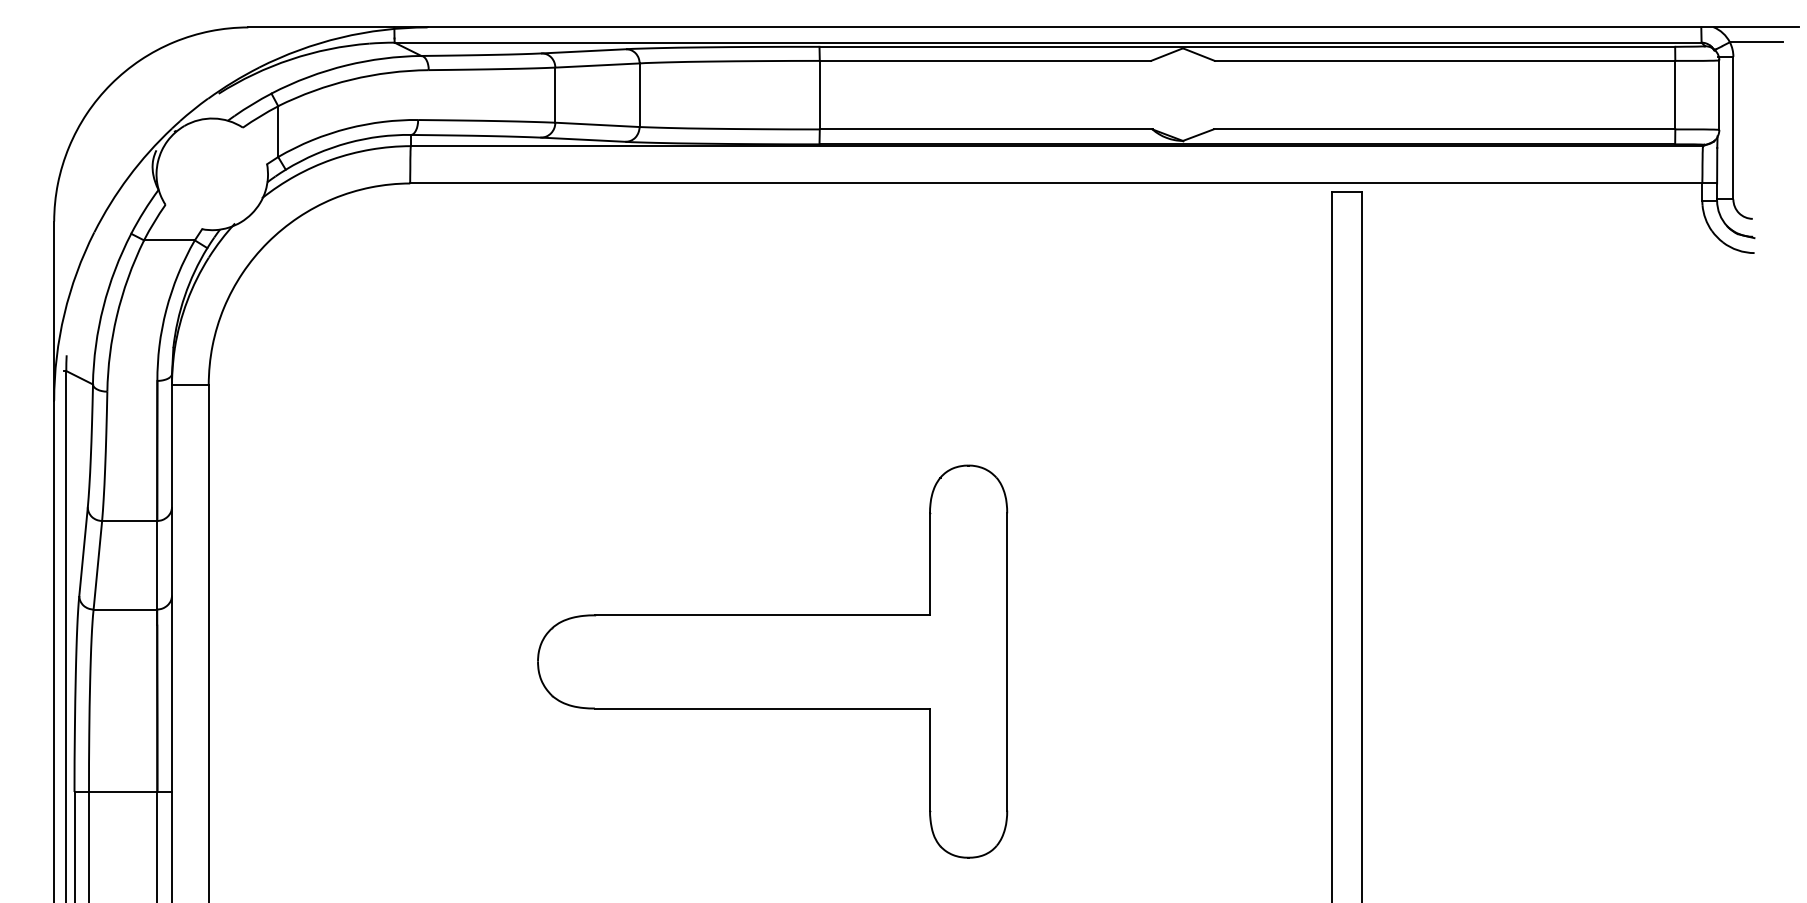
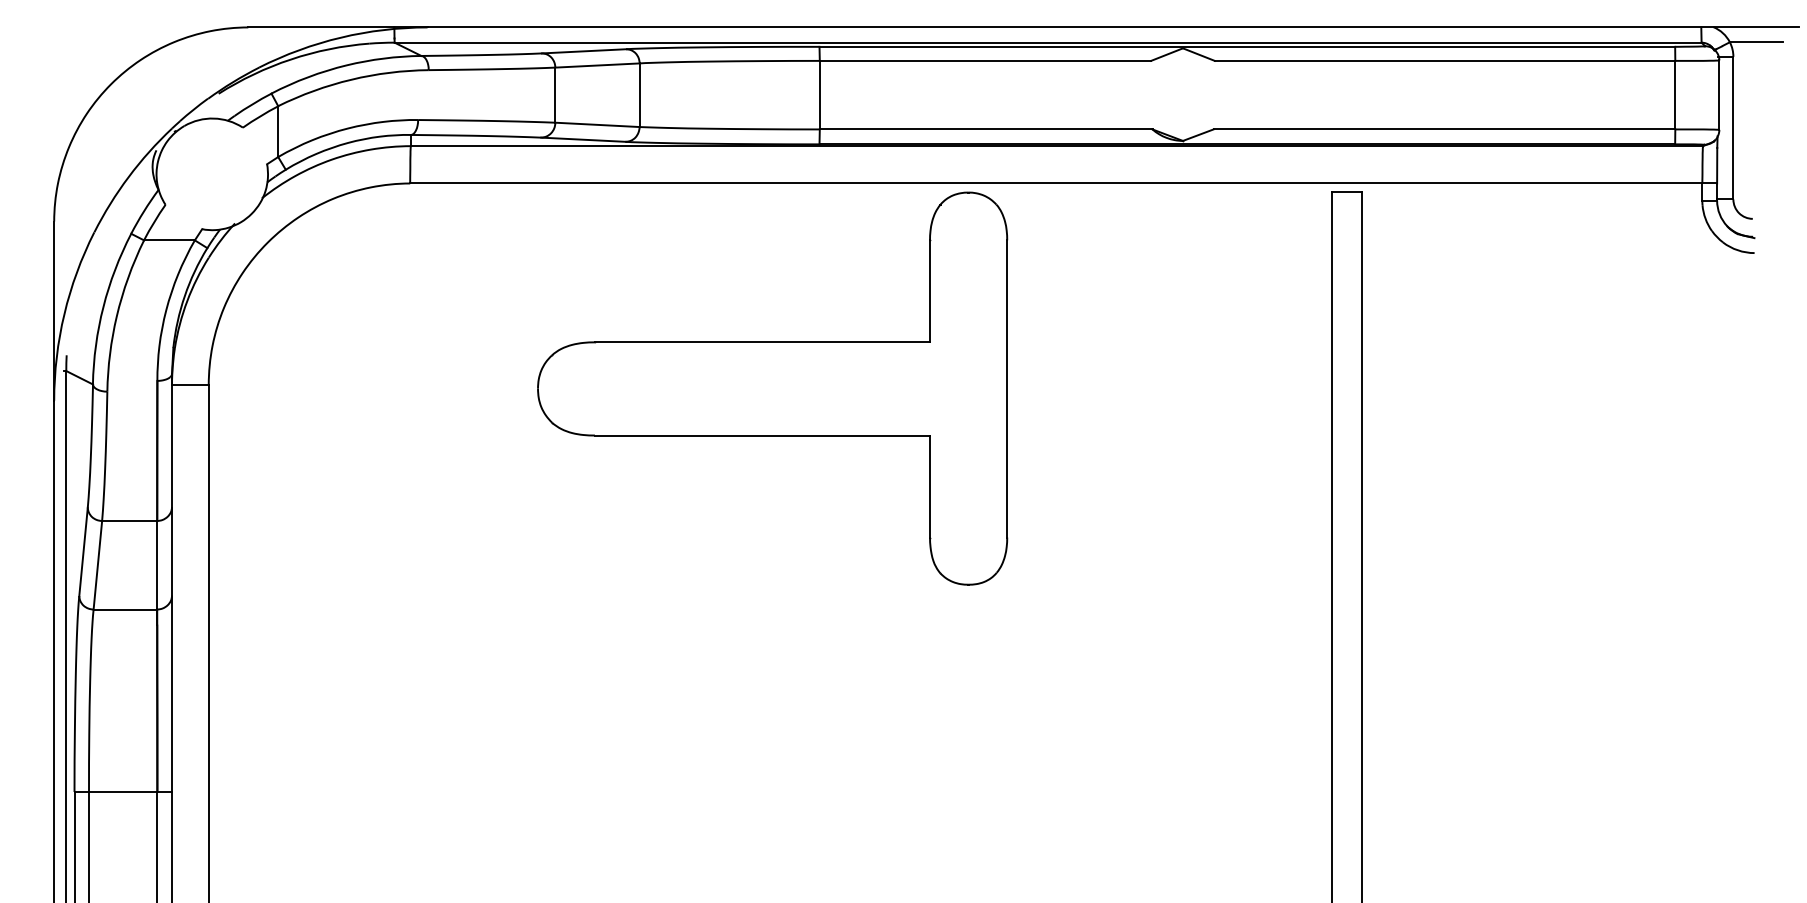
part at (772, 661) position: (772, 661) -> (772, 388)
